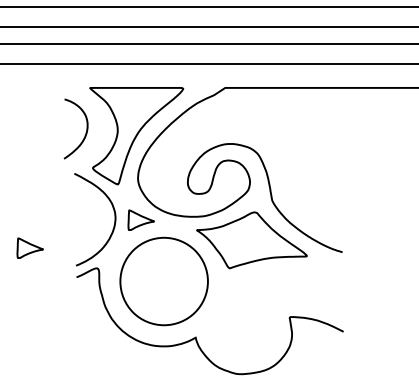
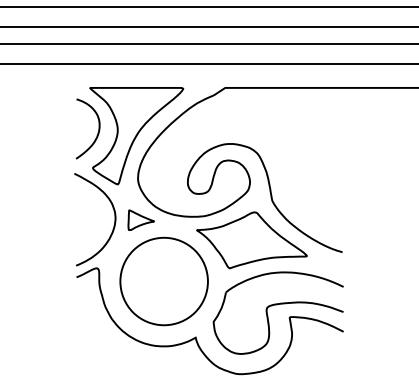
curve at (85, 132) position: (85, 132) -> (97, 132)
part at (29, 247): present -> none
part at (277, 305): none -> present
